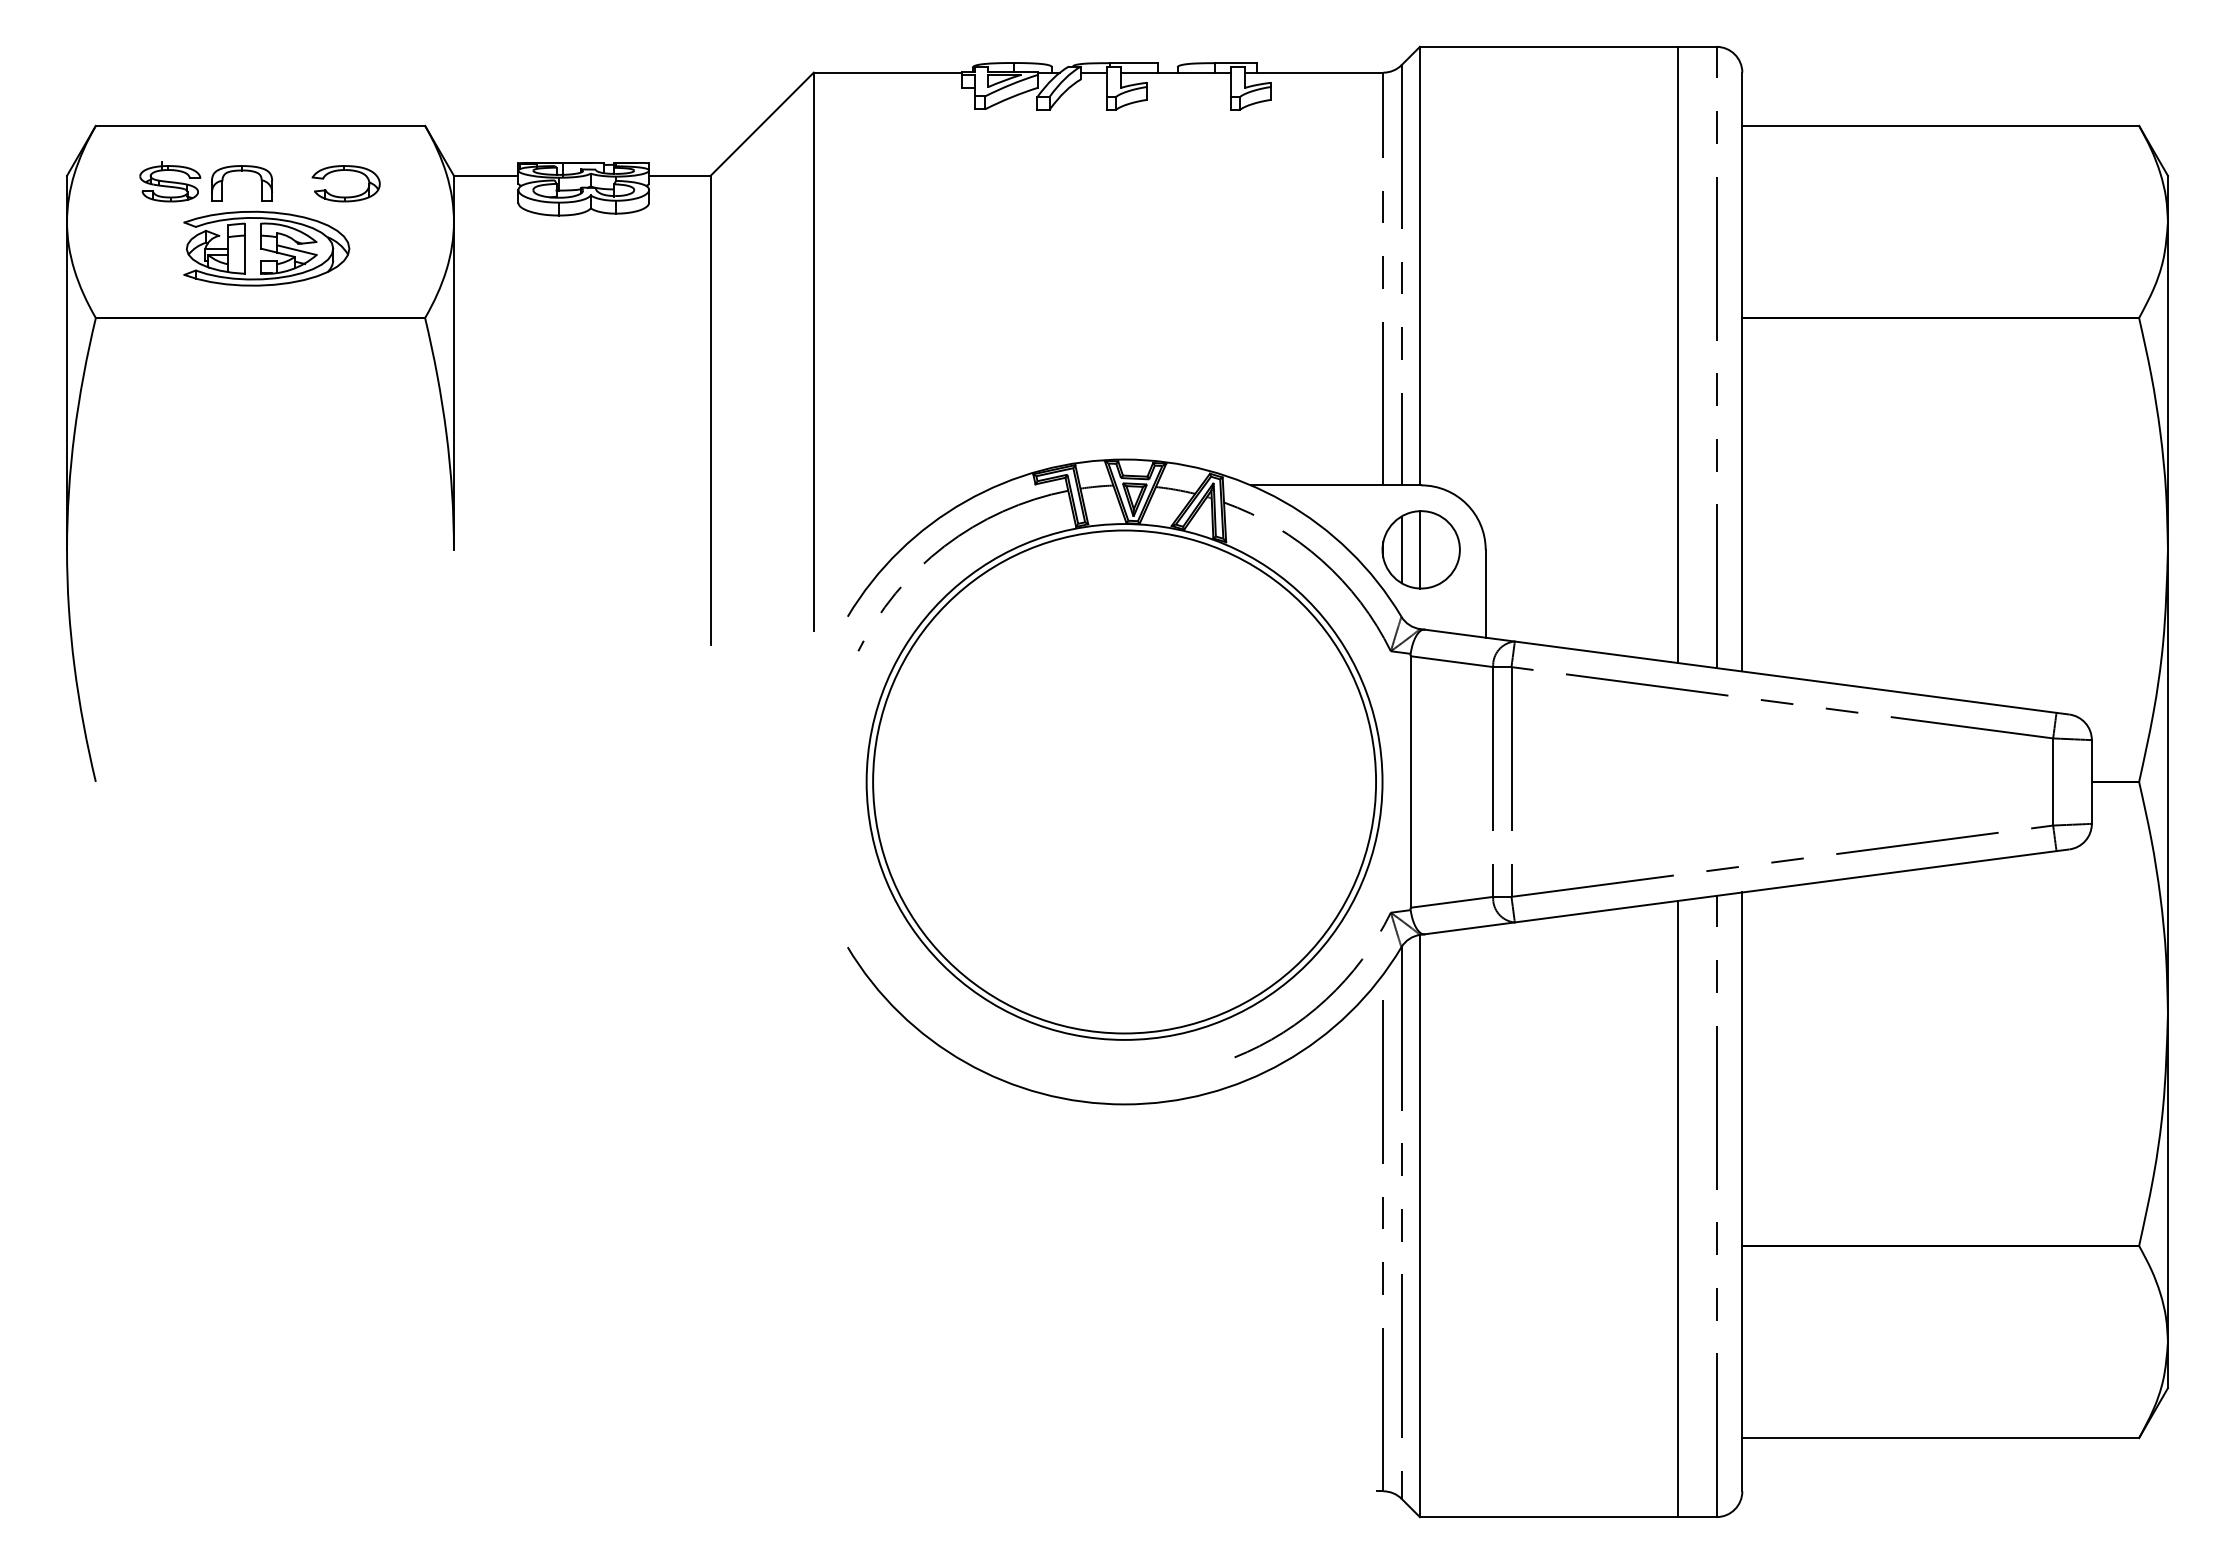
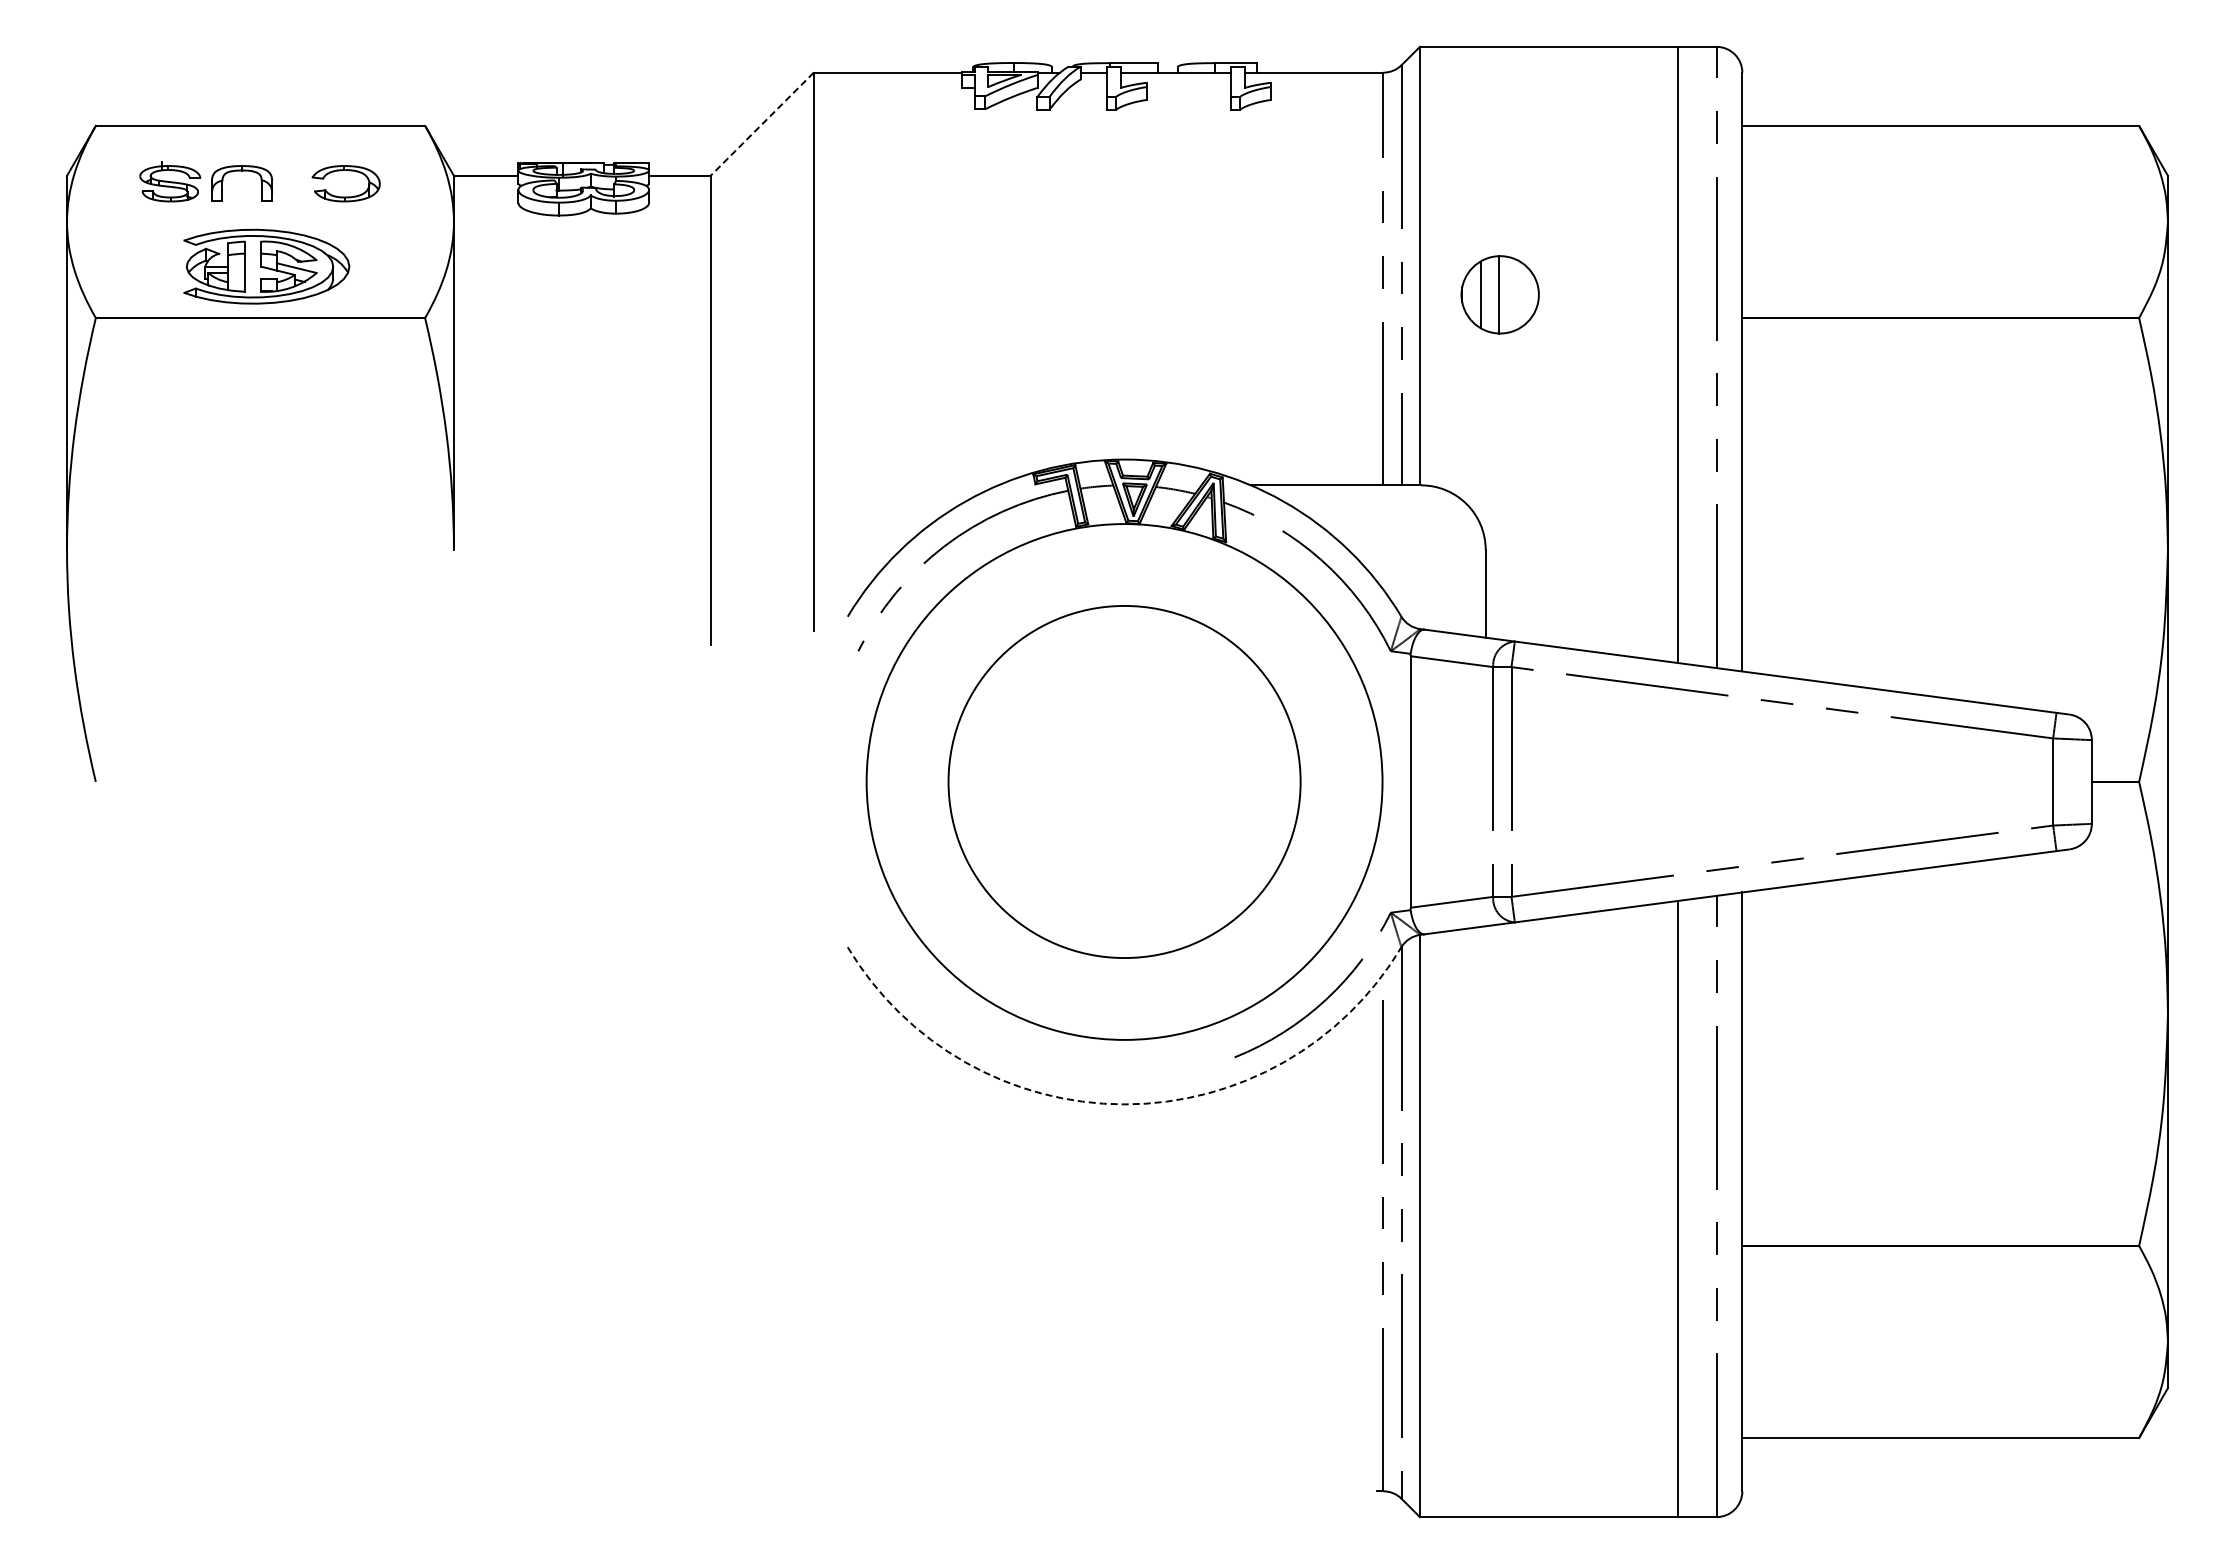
line at (762, 124): solid -> dashed
part at (266, 248) position: (266, 248) -> (266, 266)
part at (1420, 549) position: (1420, 549) -> (1499, 294)
circle at (1124, 781) diameter: 503 px -> 352 px
arc at (1124, 1104): solid -> dashed
